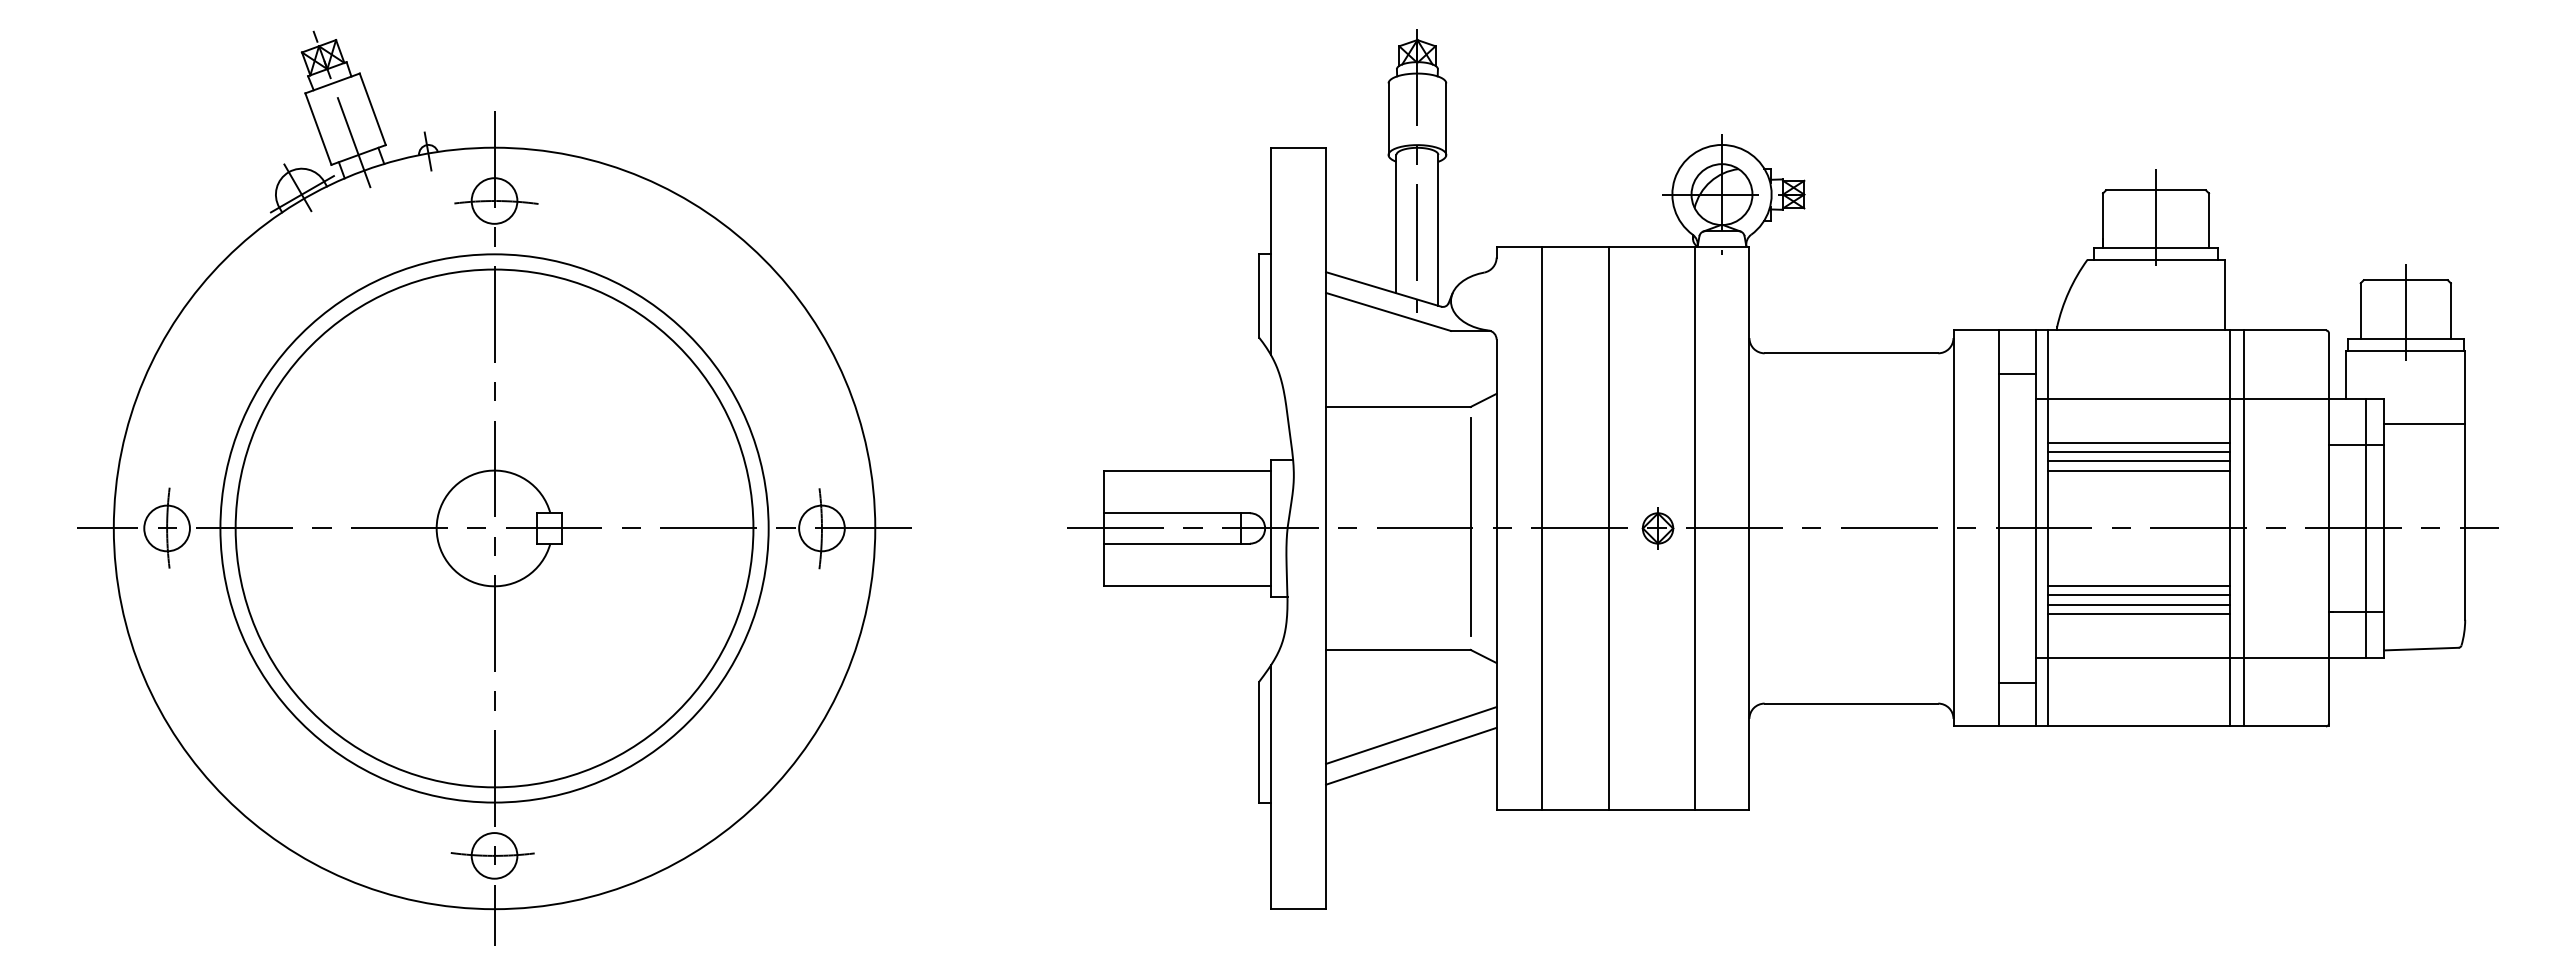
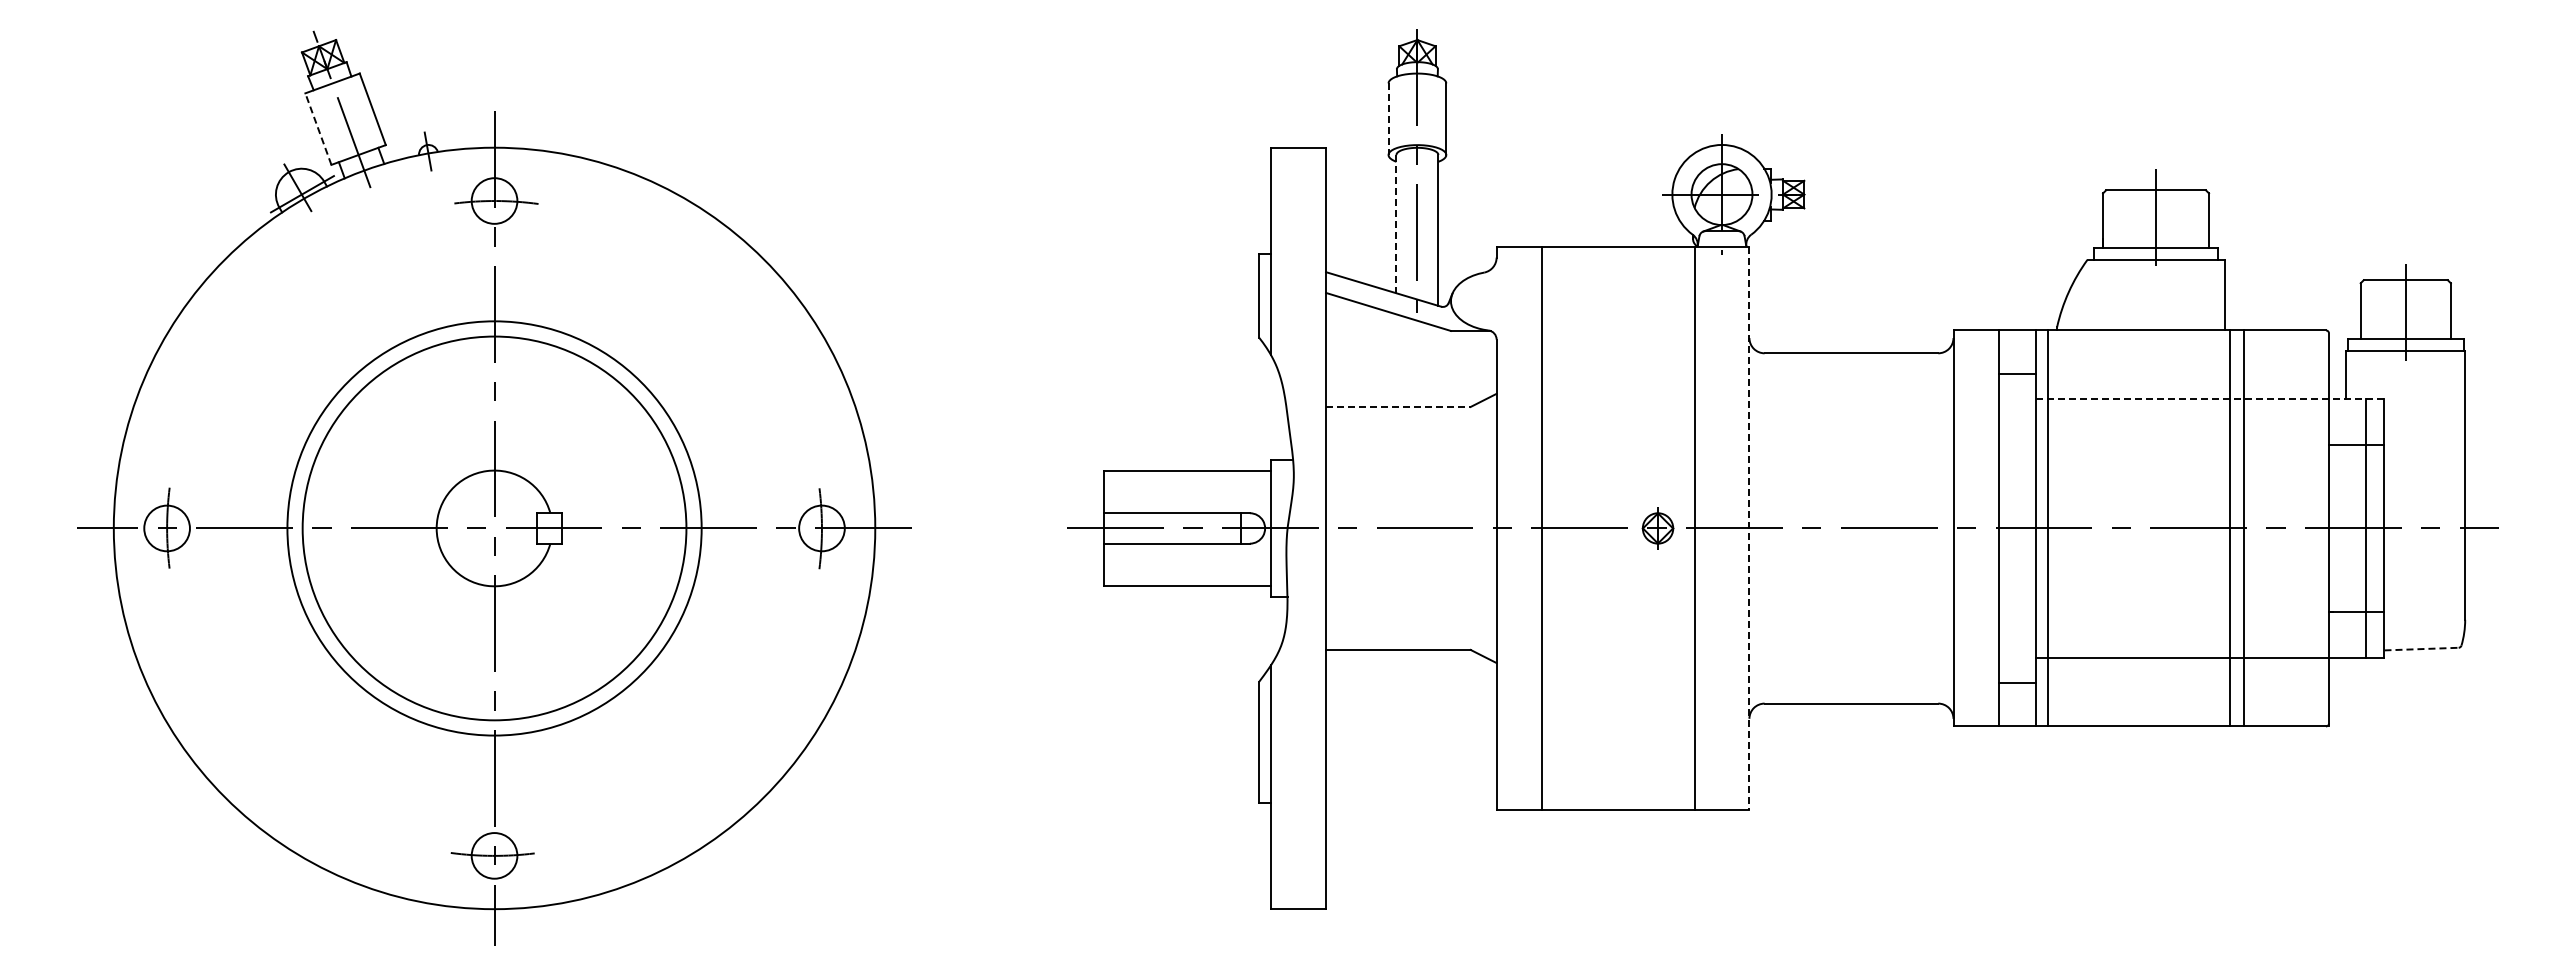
line at (1388, 119): solid -> dashed
line at (318, 128): solid -> dashed
line at (1396, 224): solid -> dashed
line at (2209, 399): solid -> dashed
line at (1398, 407): solid -> dashed
line at (2424, 423): present -> none
line at (2138, 443): present -> none
line at (2138, 452): present -> none
line at (2138, 461): present -> none
line at (2138, 470): present -> none
line at (1470, 527): present -> none
circle at (494, 528) diameter: 518 px -> 414 px
circle at (494, 528) diameter: 548 px -> 384 px
line at (1609, 528): present -> none
line at (1749, 528): solid -> dashed
line at (2138, 586): present -> none
line at (2138, 595): present -> none
line at (2138, 604): present -> none
line at (2138, 613): present -> none
line at (2422, 649): solid -> dashed
line at (1411, 735): present -> none
line at (1411, 755): present -> none
